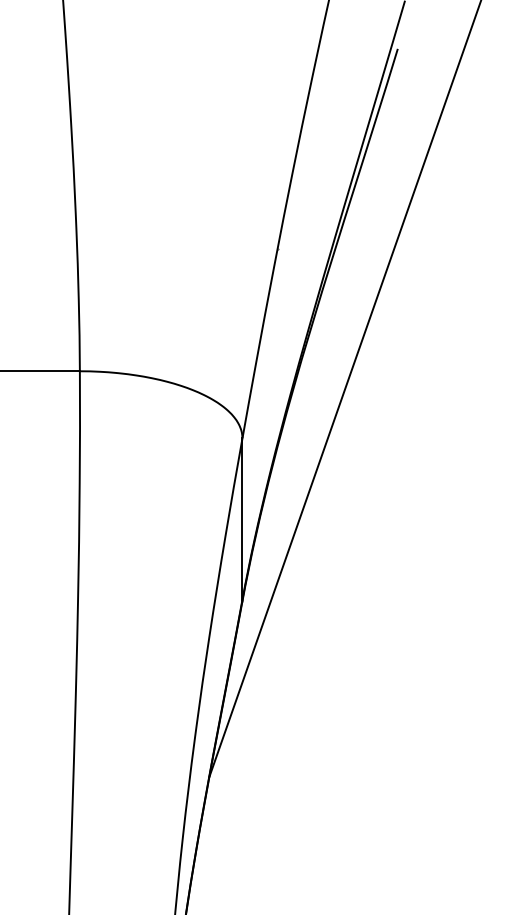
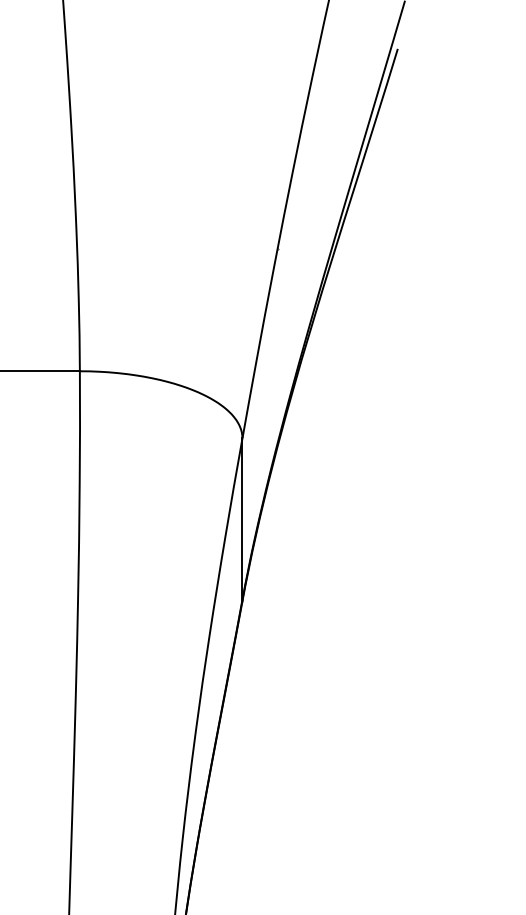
line at (344, 389): present -> none
